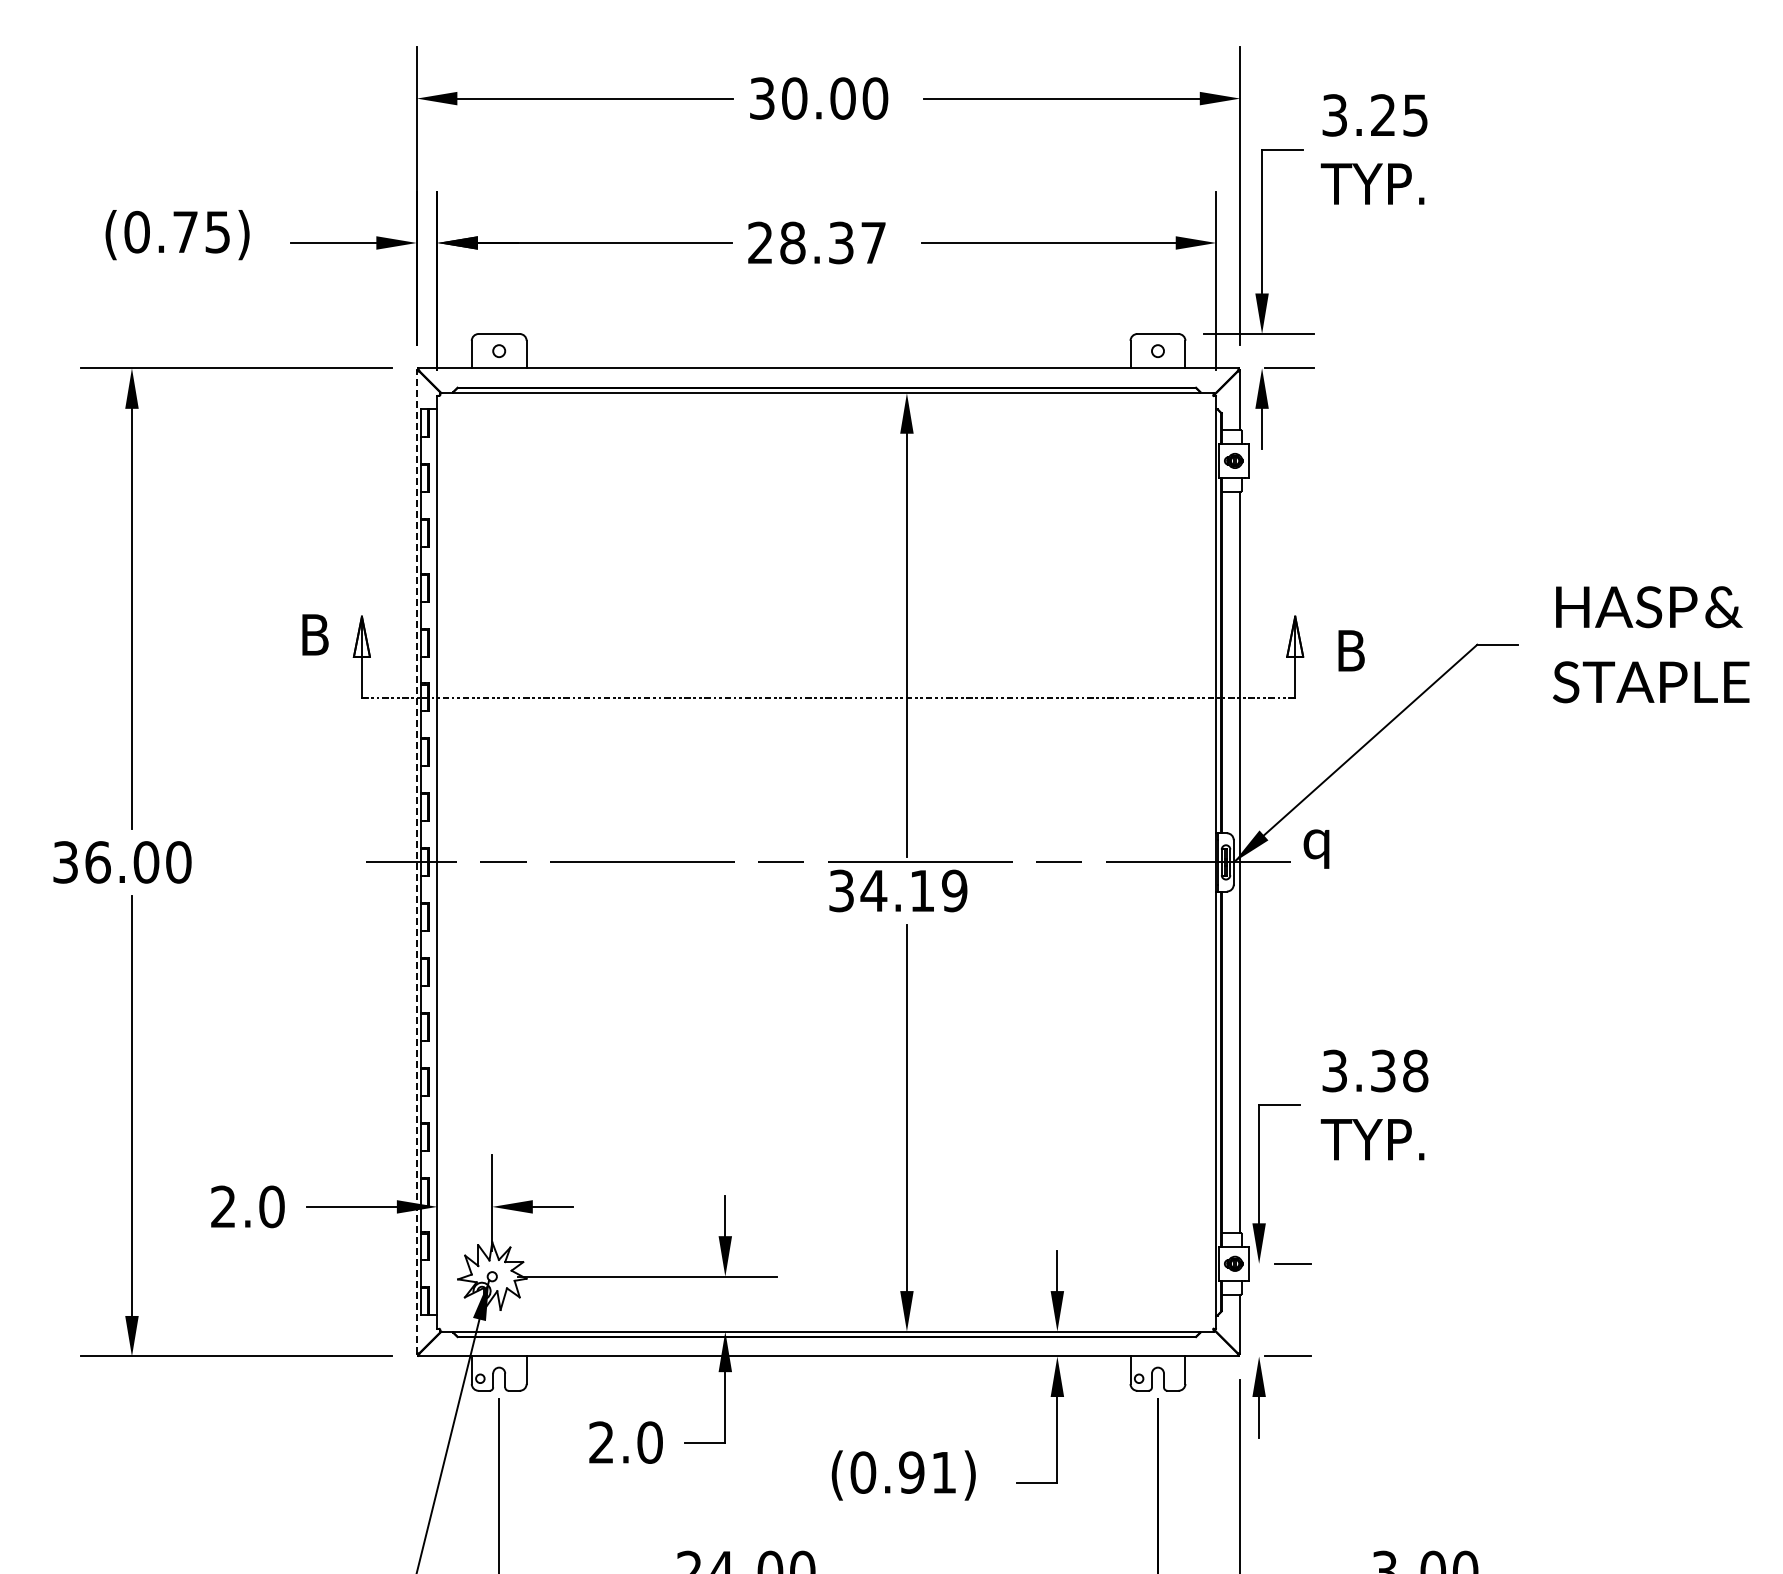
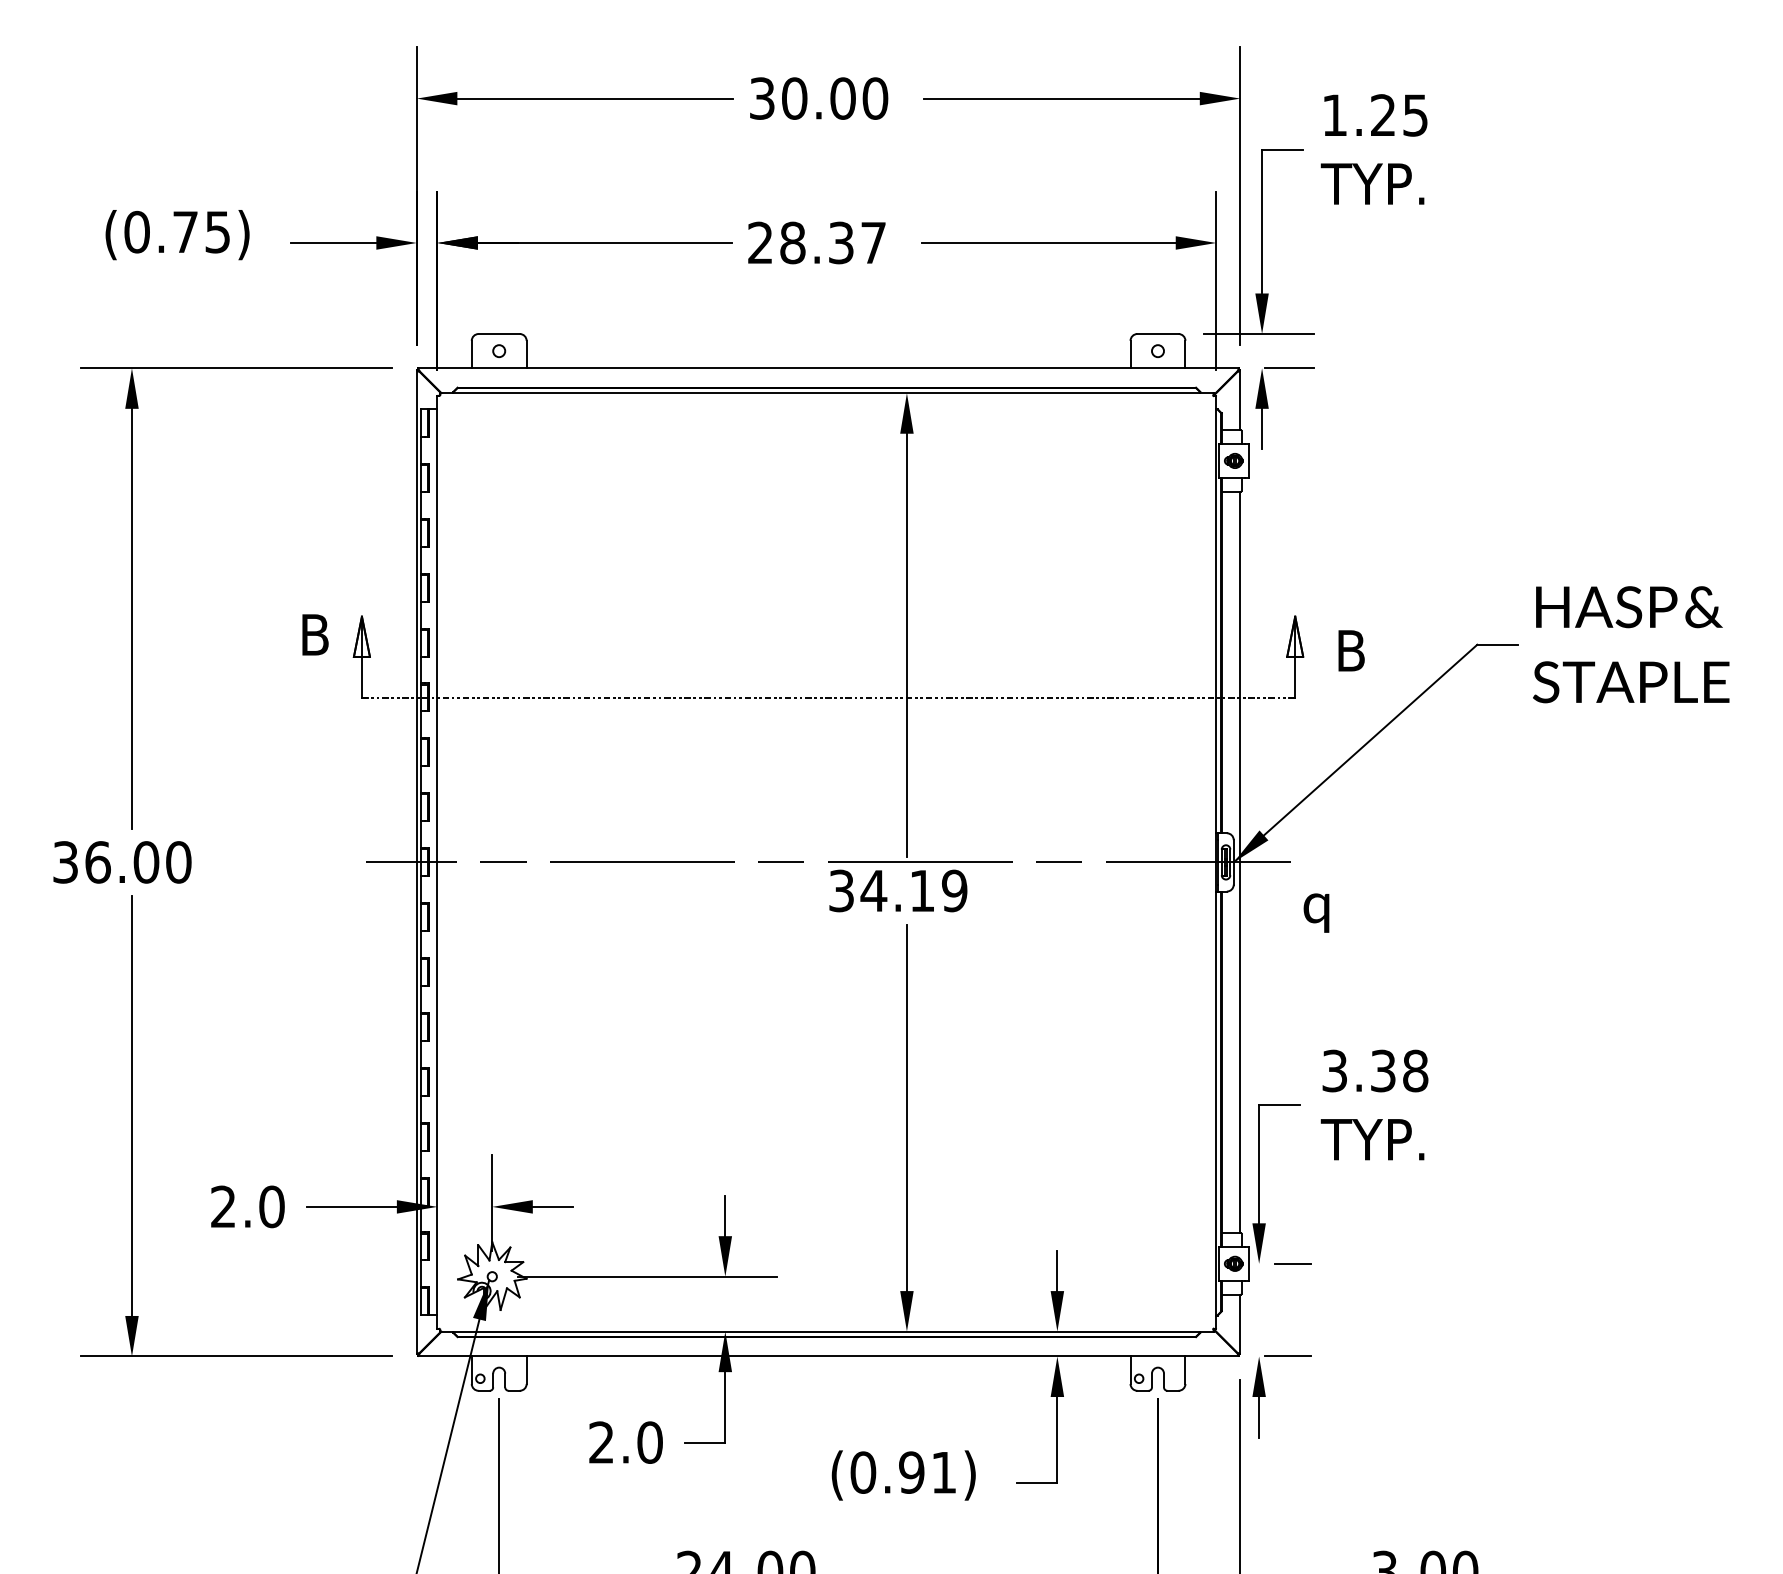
text at (1334, 115): 3.25 -> 1.25
text at (1651, 644) position: (1651, 644) -> (1631, 644)
text at (1316, 848) position: (1316, 848) -> (1316, 912)
line at (416, 861): dashed -> solid
